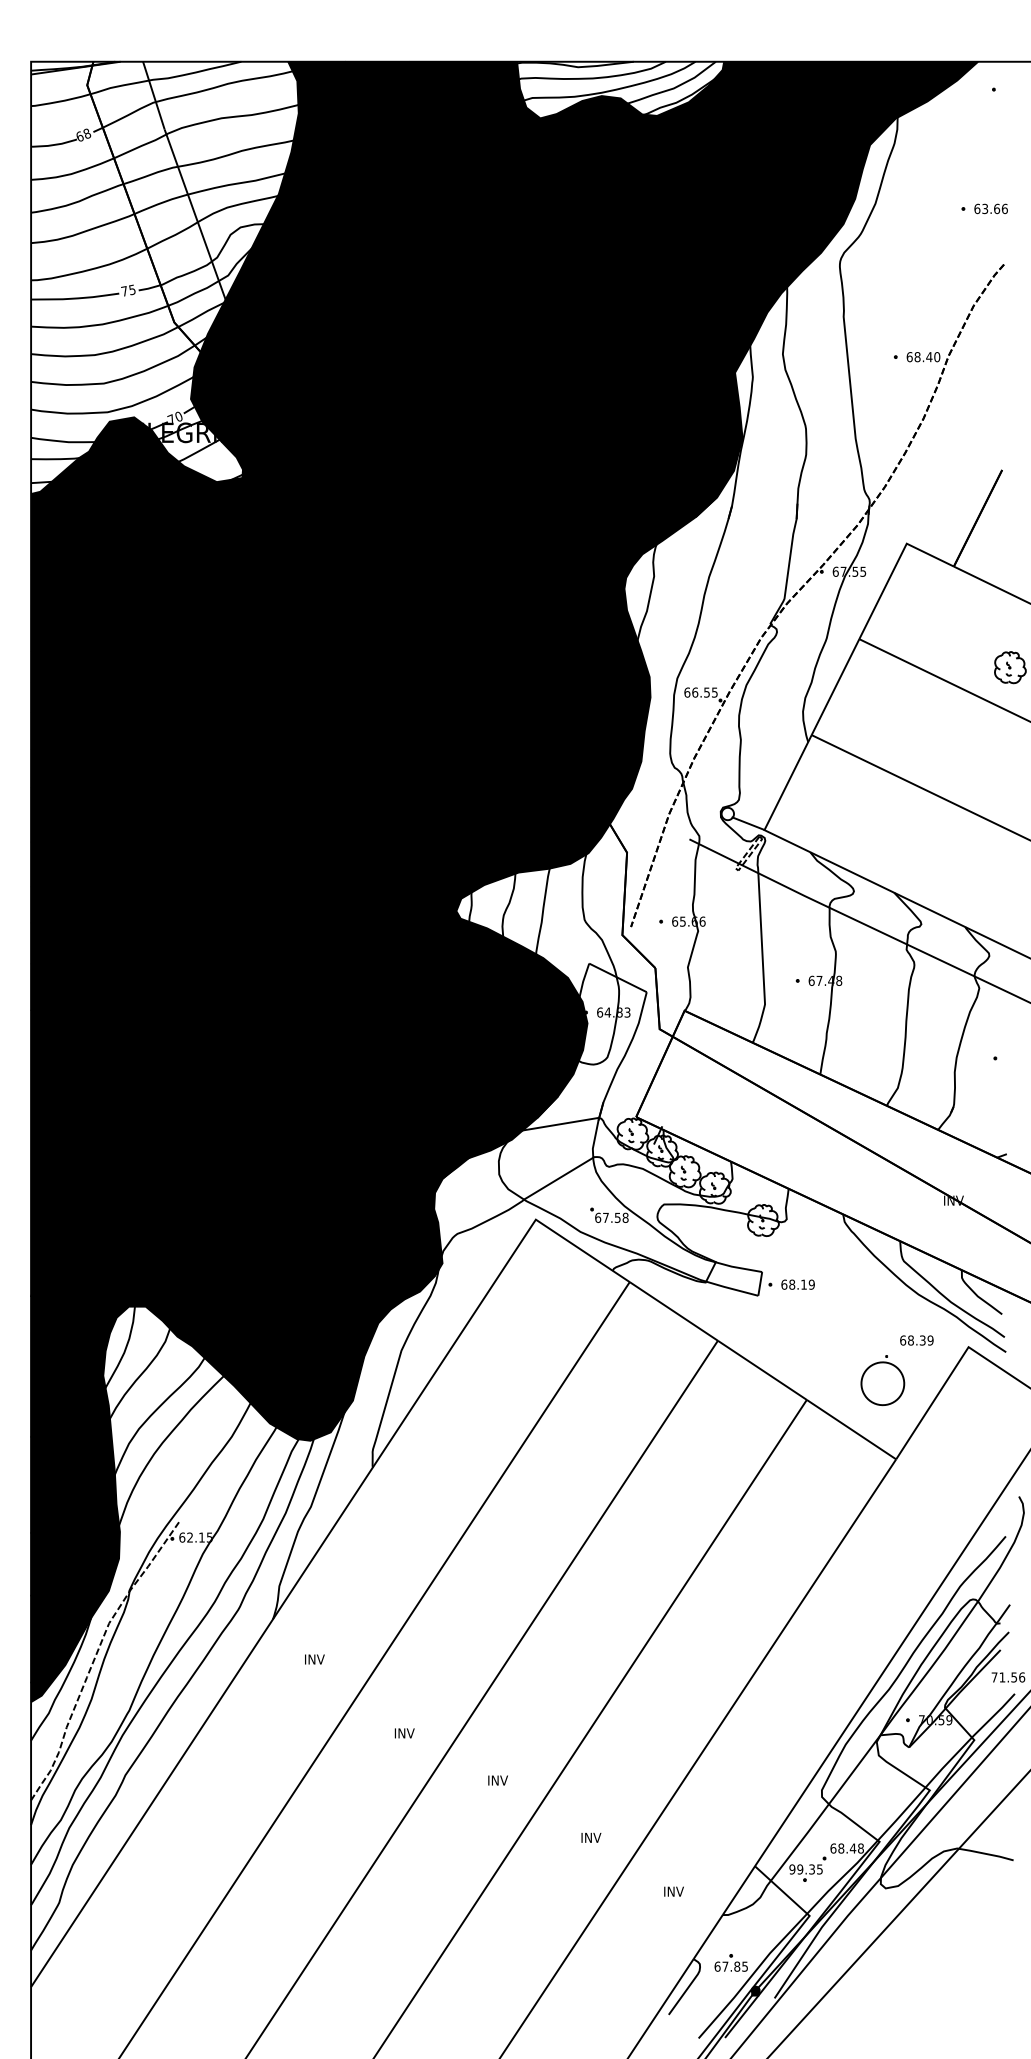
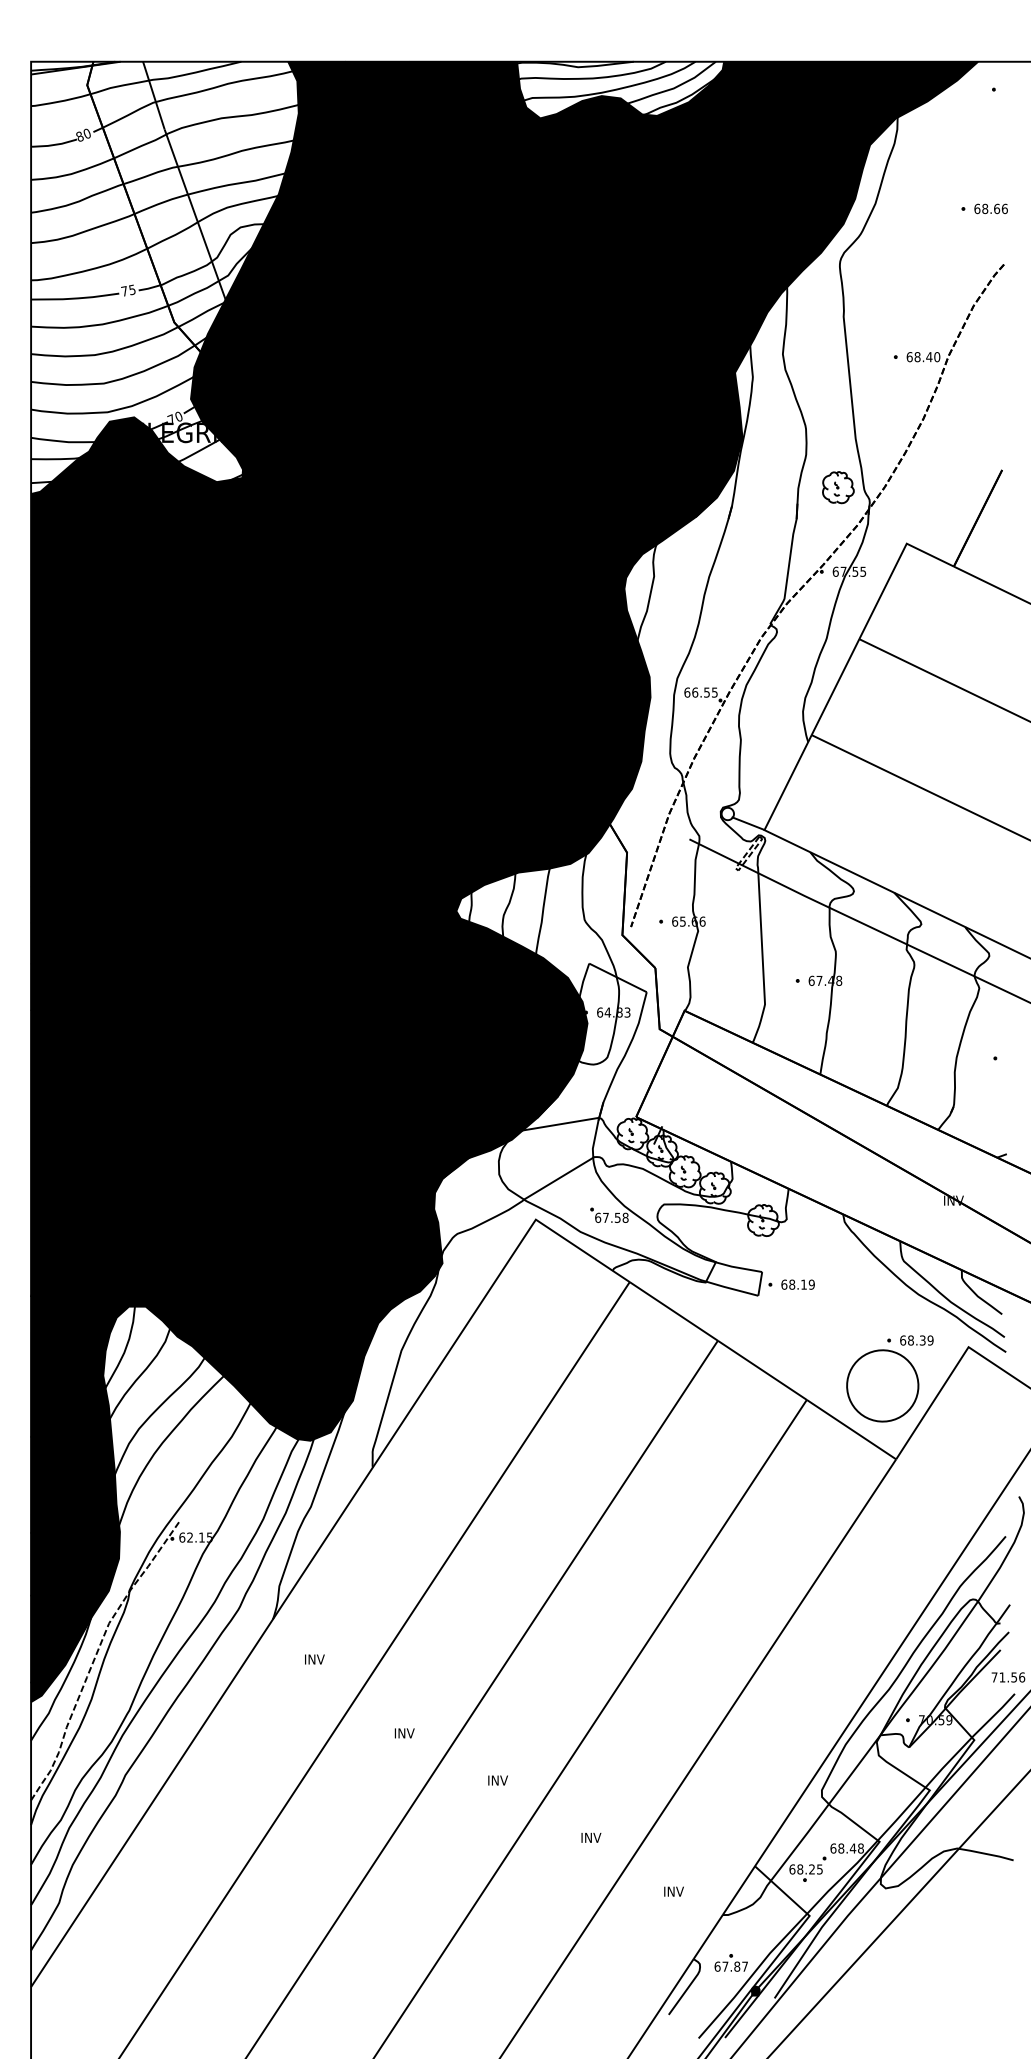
text at (83, 134): 68 -> 80
text at (985, 209): 63.66 -> 68.66
part at (1010, 667) position: (1010, 667) -> (838, 487)
part at (882, 1380) size: 46x52 px -> 74x85 px
text at (801, 1869): 99.35 -> 68.25
text at (744, 1966): 67.85 -> 67.87
